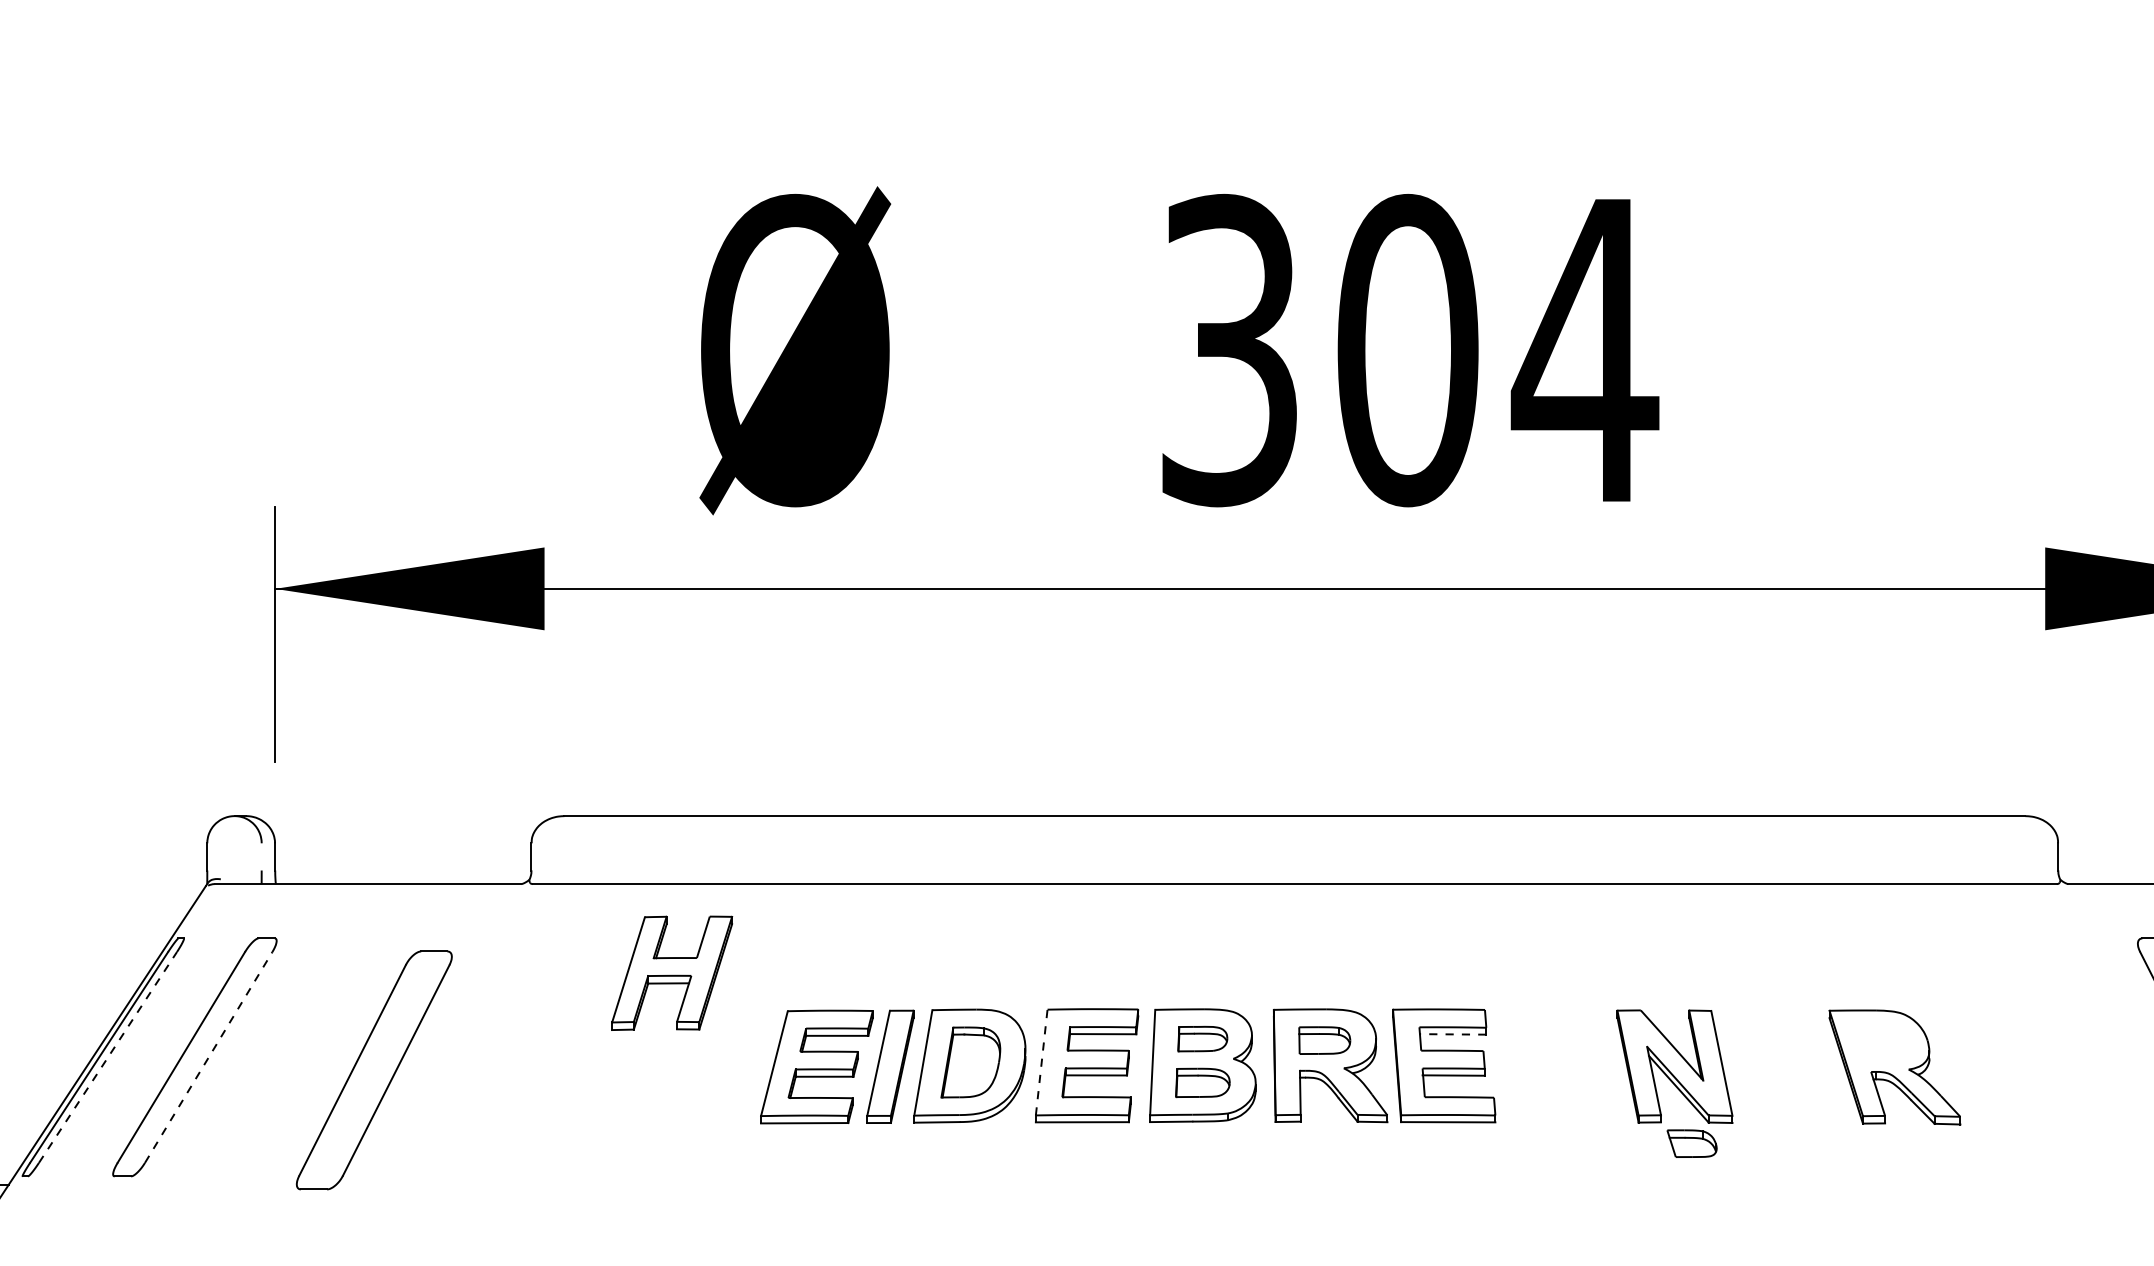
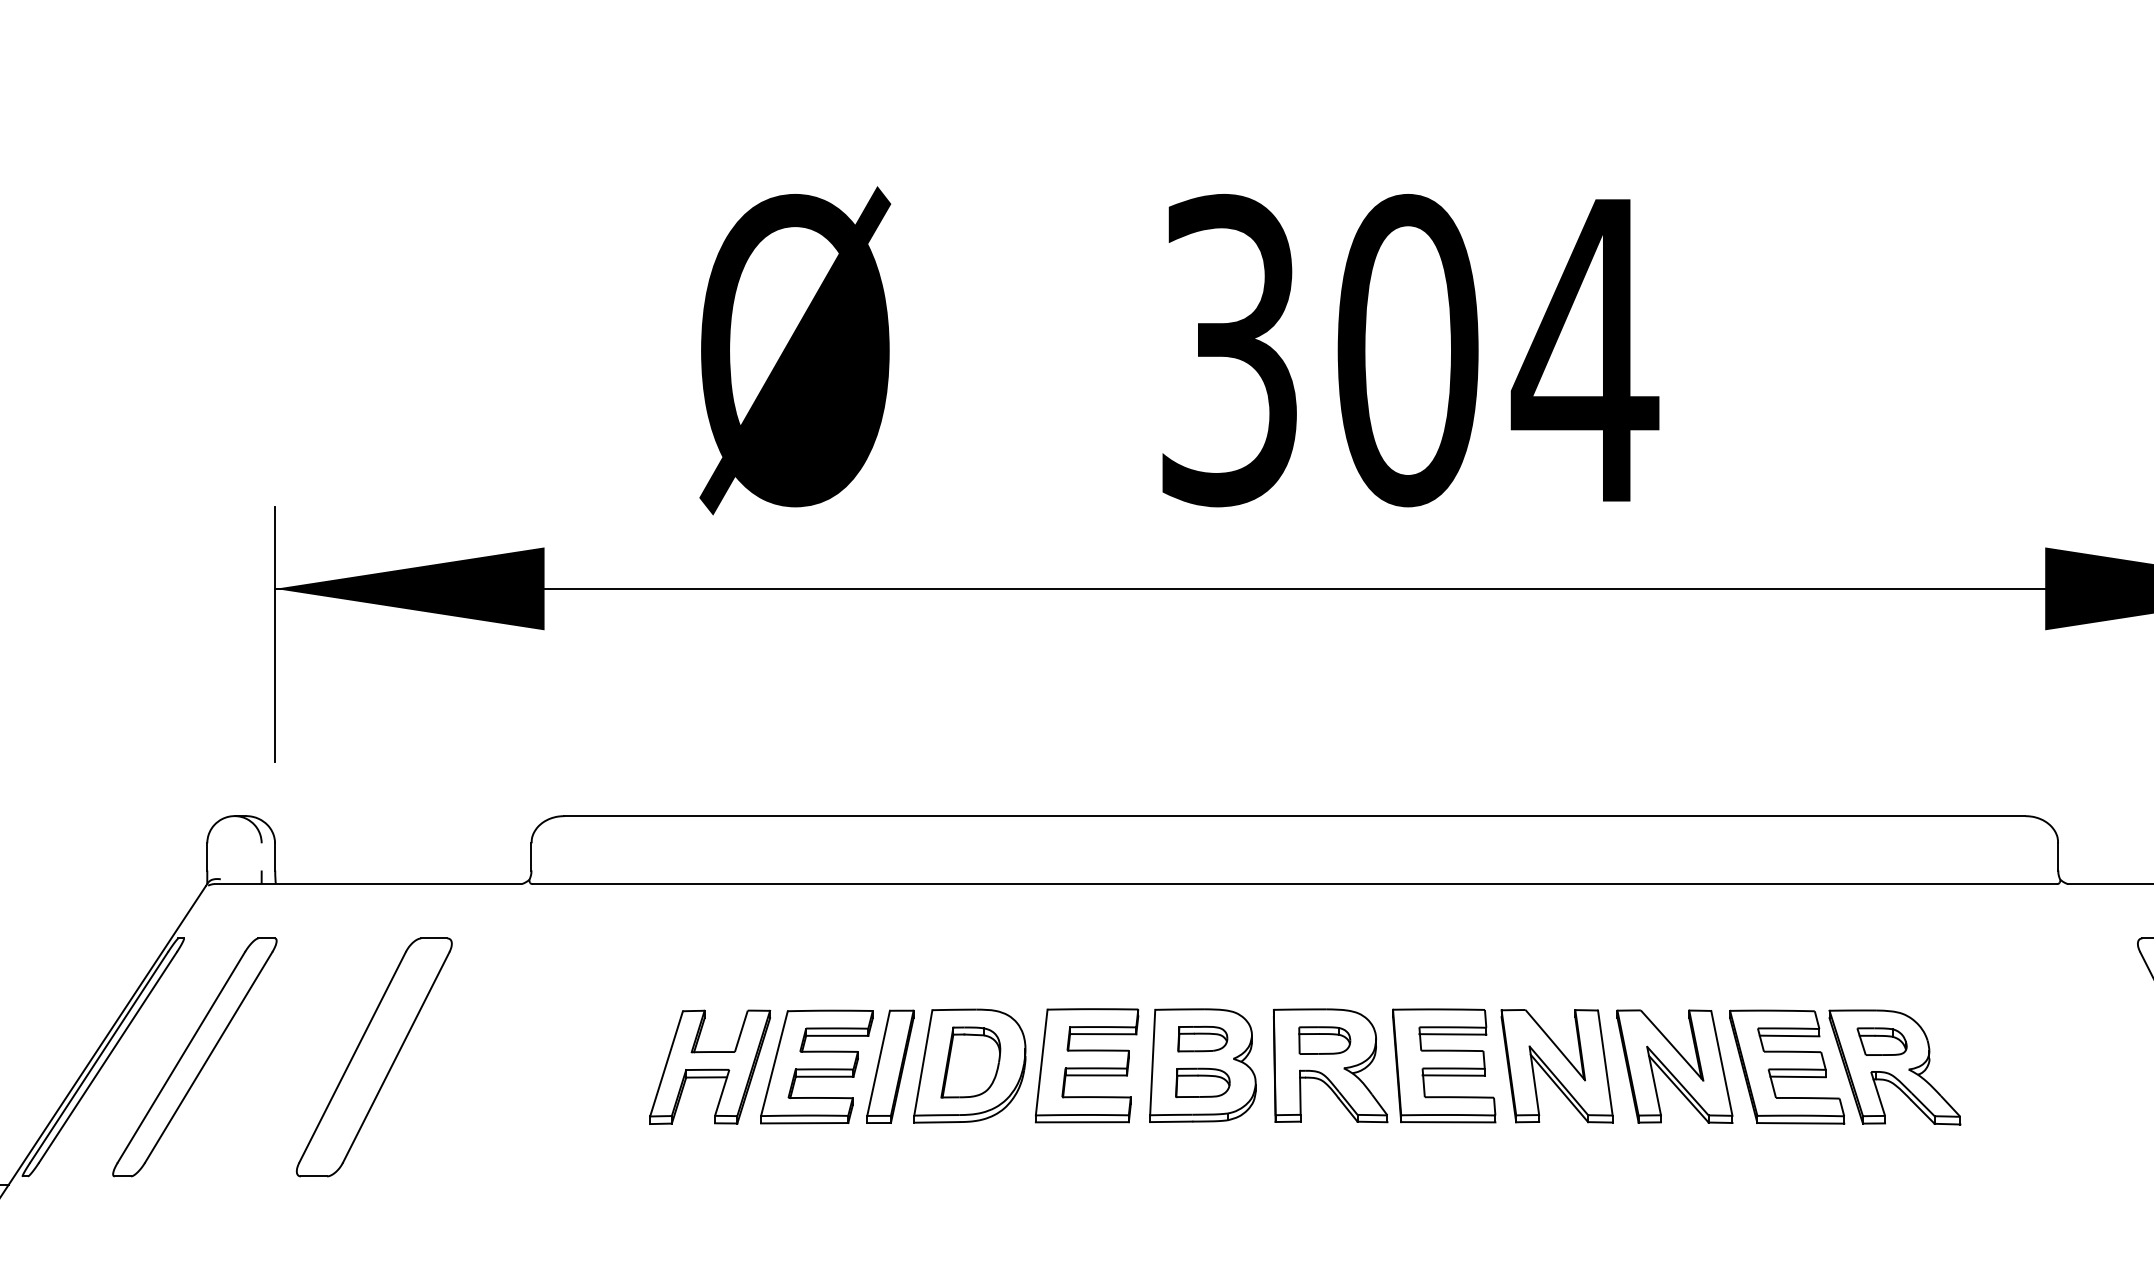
part at (672, 972) position: (672, 972) -> (710, 1066)
line at (1452, 1034): dashed -> solid
line at (108, 1057): dashed -> solid
line at (209, 1057): dashed -> solid
line at (1041, 1062): dashed -> solid
part at (1556, 1066): none -> present
part at (1787, 1066): none -> present
part at (373, 1070) position: (373, 1070) -> (373, 1057)
part at (1691, 1143) position: (1691, 1143) -> (1881, 1041)
